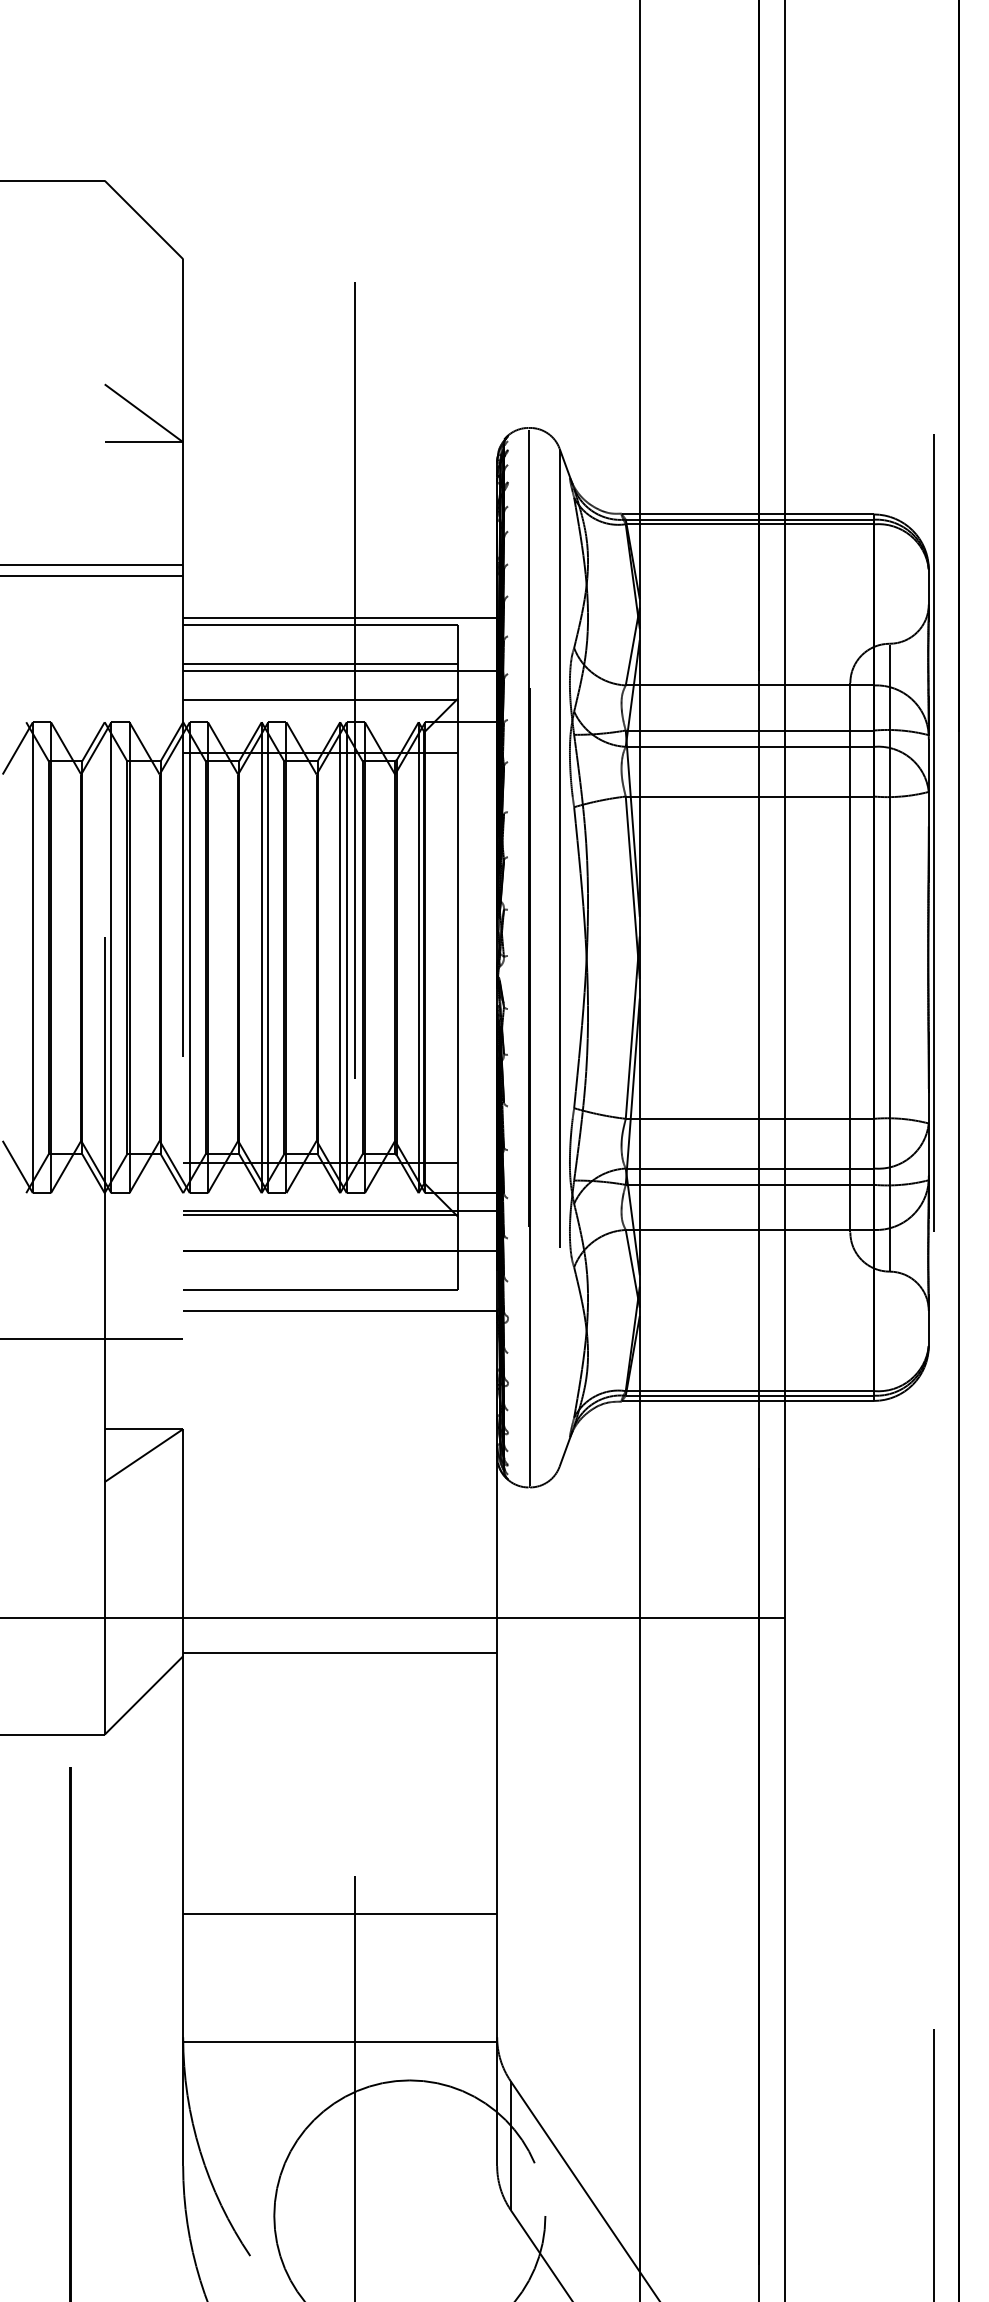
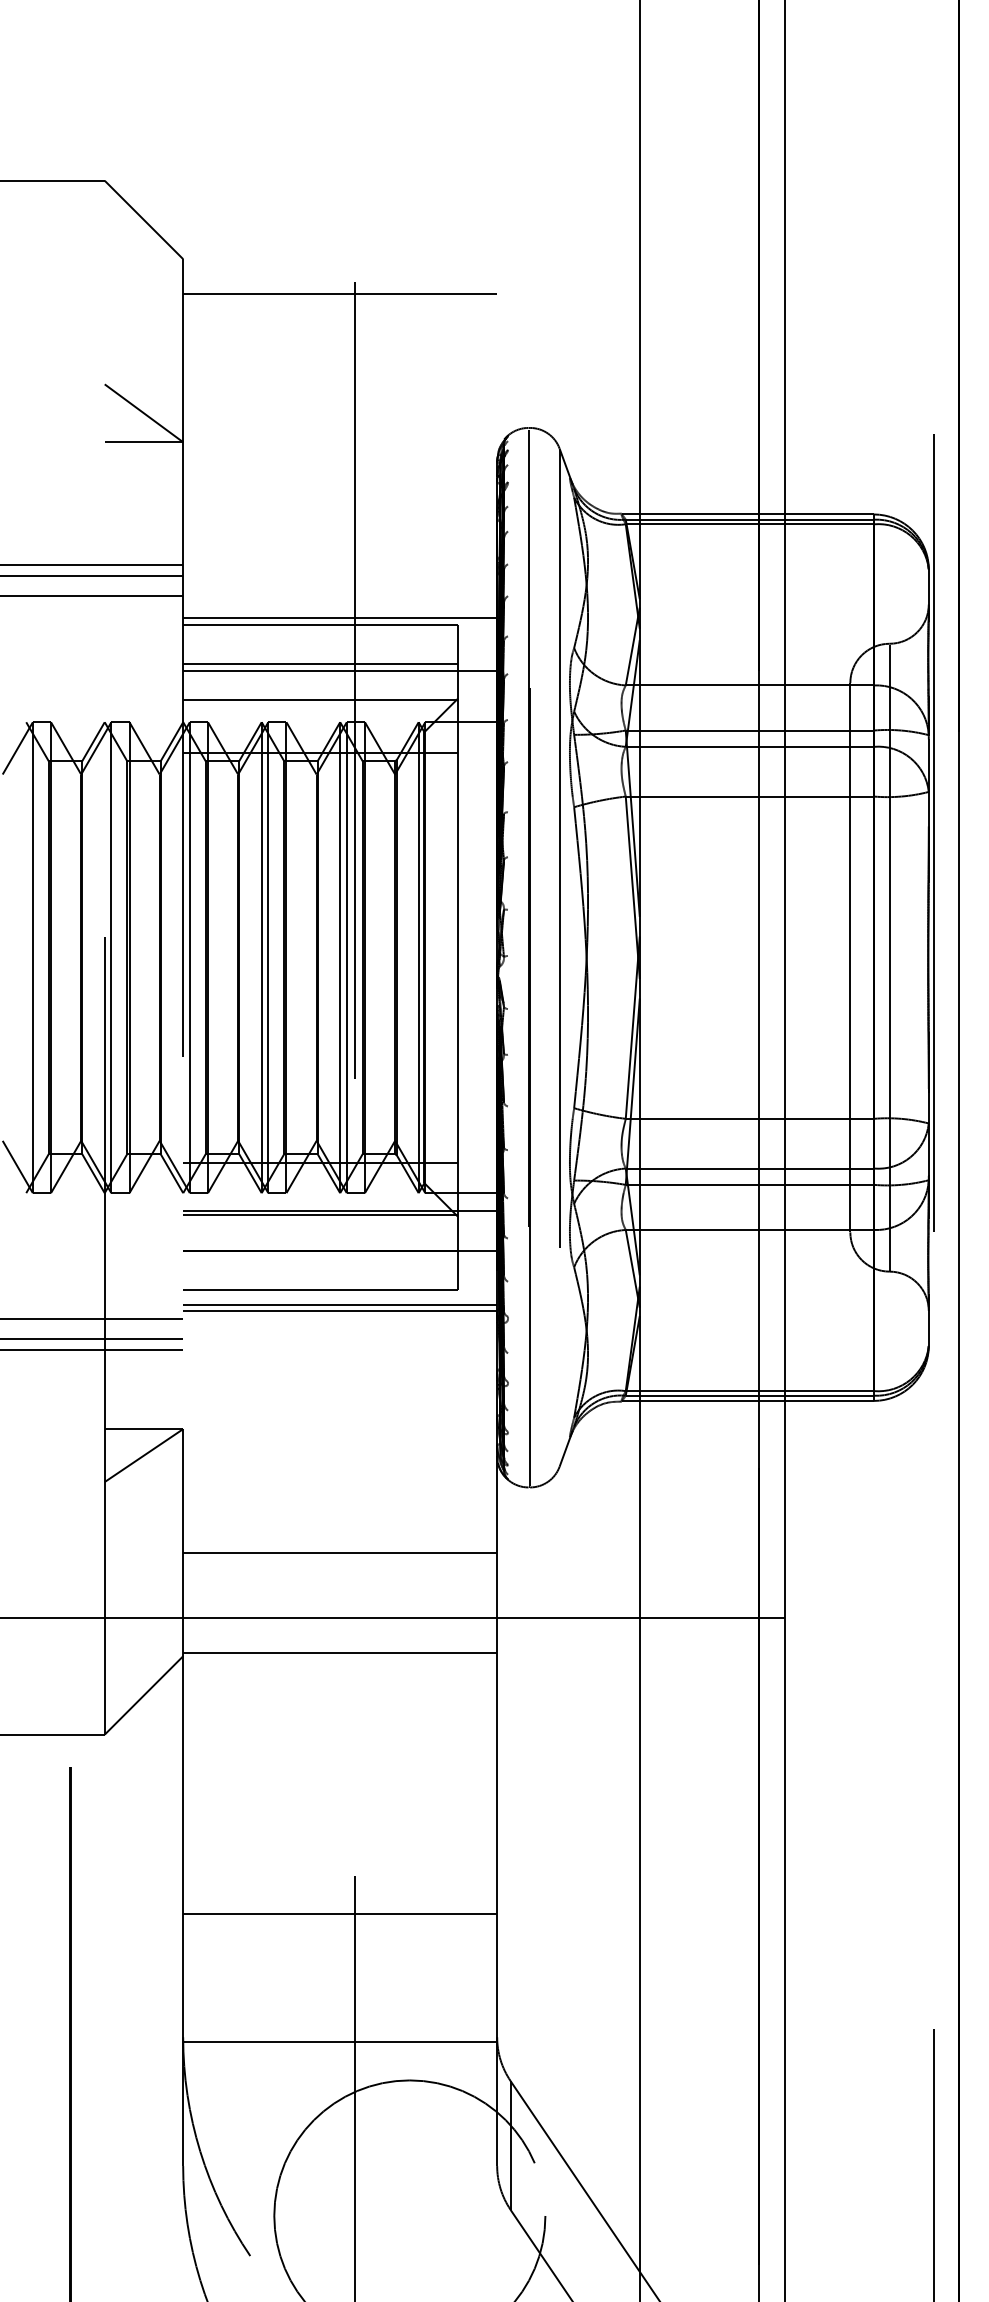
line at (340, 294): none -> present
line at (92, 596): none -> present
line at (340, 1304): none -> present
line at (92, 1319): none -> present
line at (92, 1350): none -> present
line at (340, 1553): none -> present
